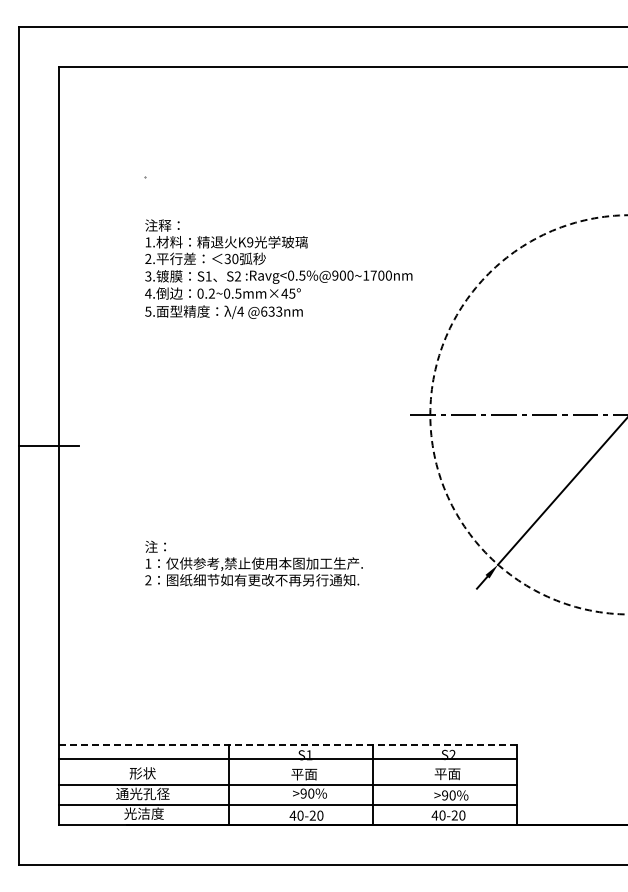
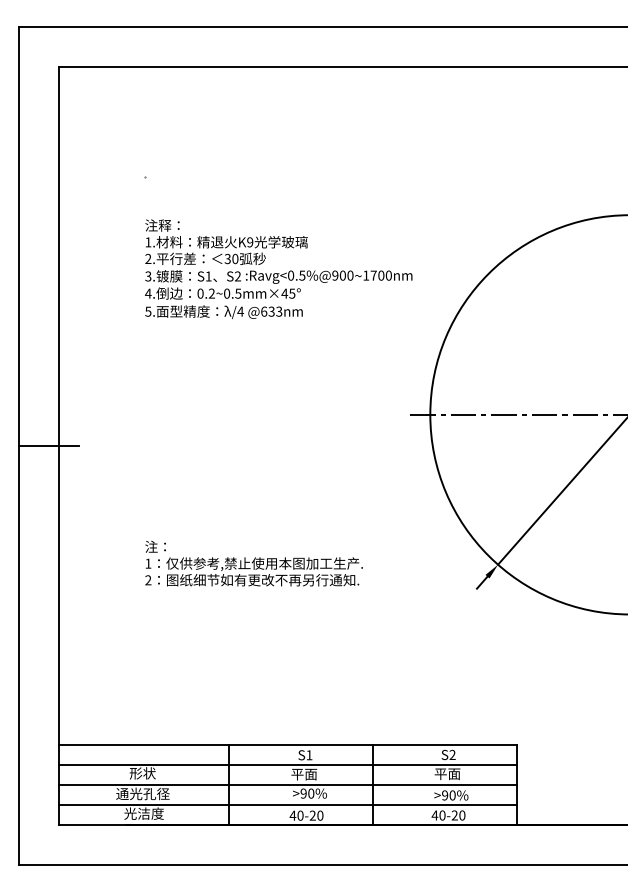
circle at (528, 414): dashed -> solid
line at (287, 745): dashed -> solid
line at (287, 759) position: (287, 759) -> (287, 765)
